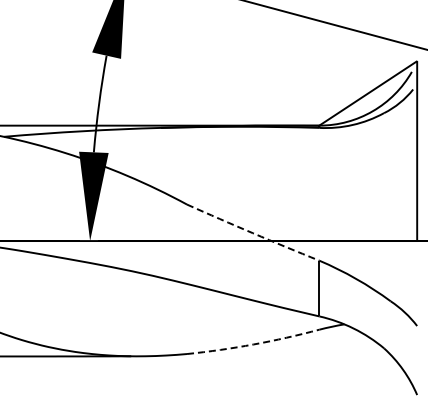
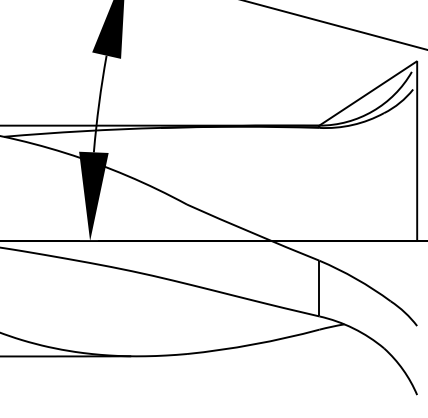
arc at (252, 233): dashed -> solid
arc at (253, 344): dashed -> solid
